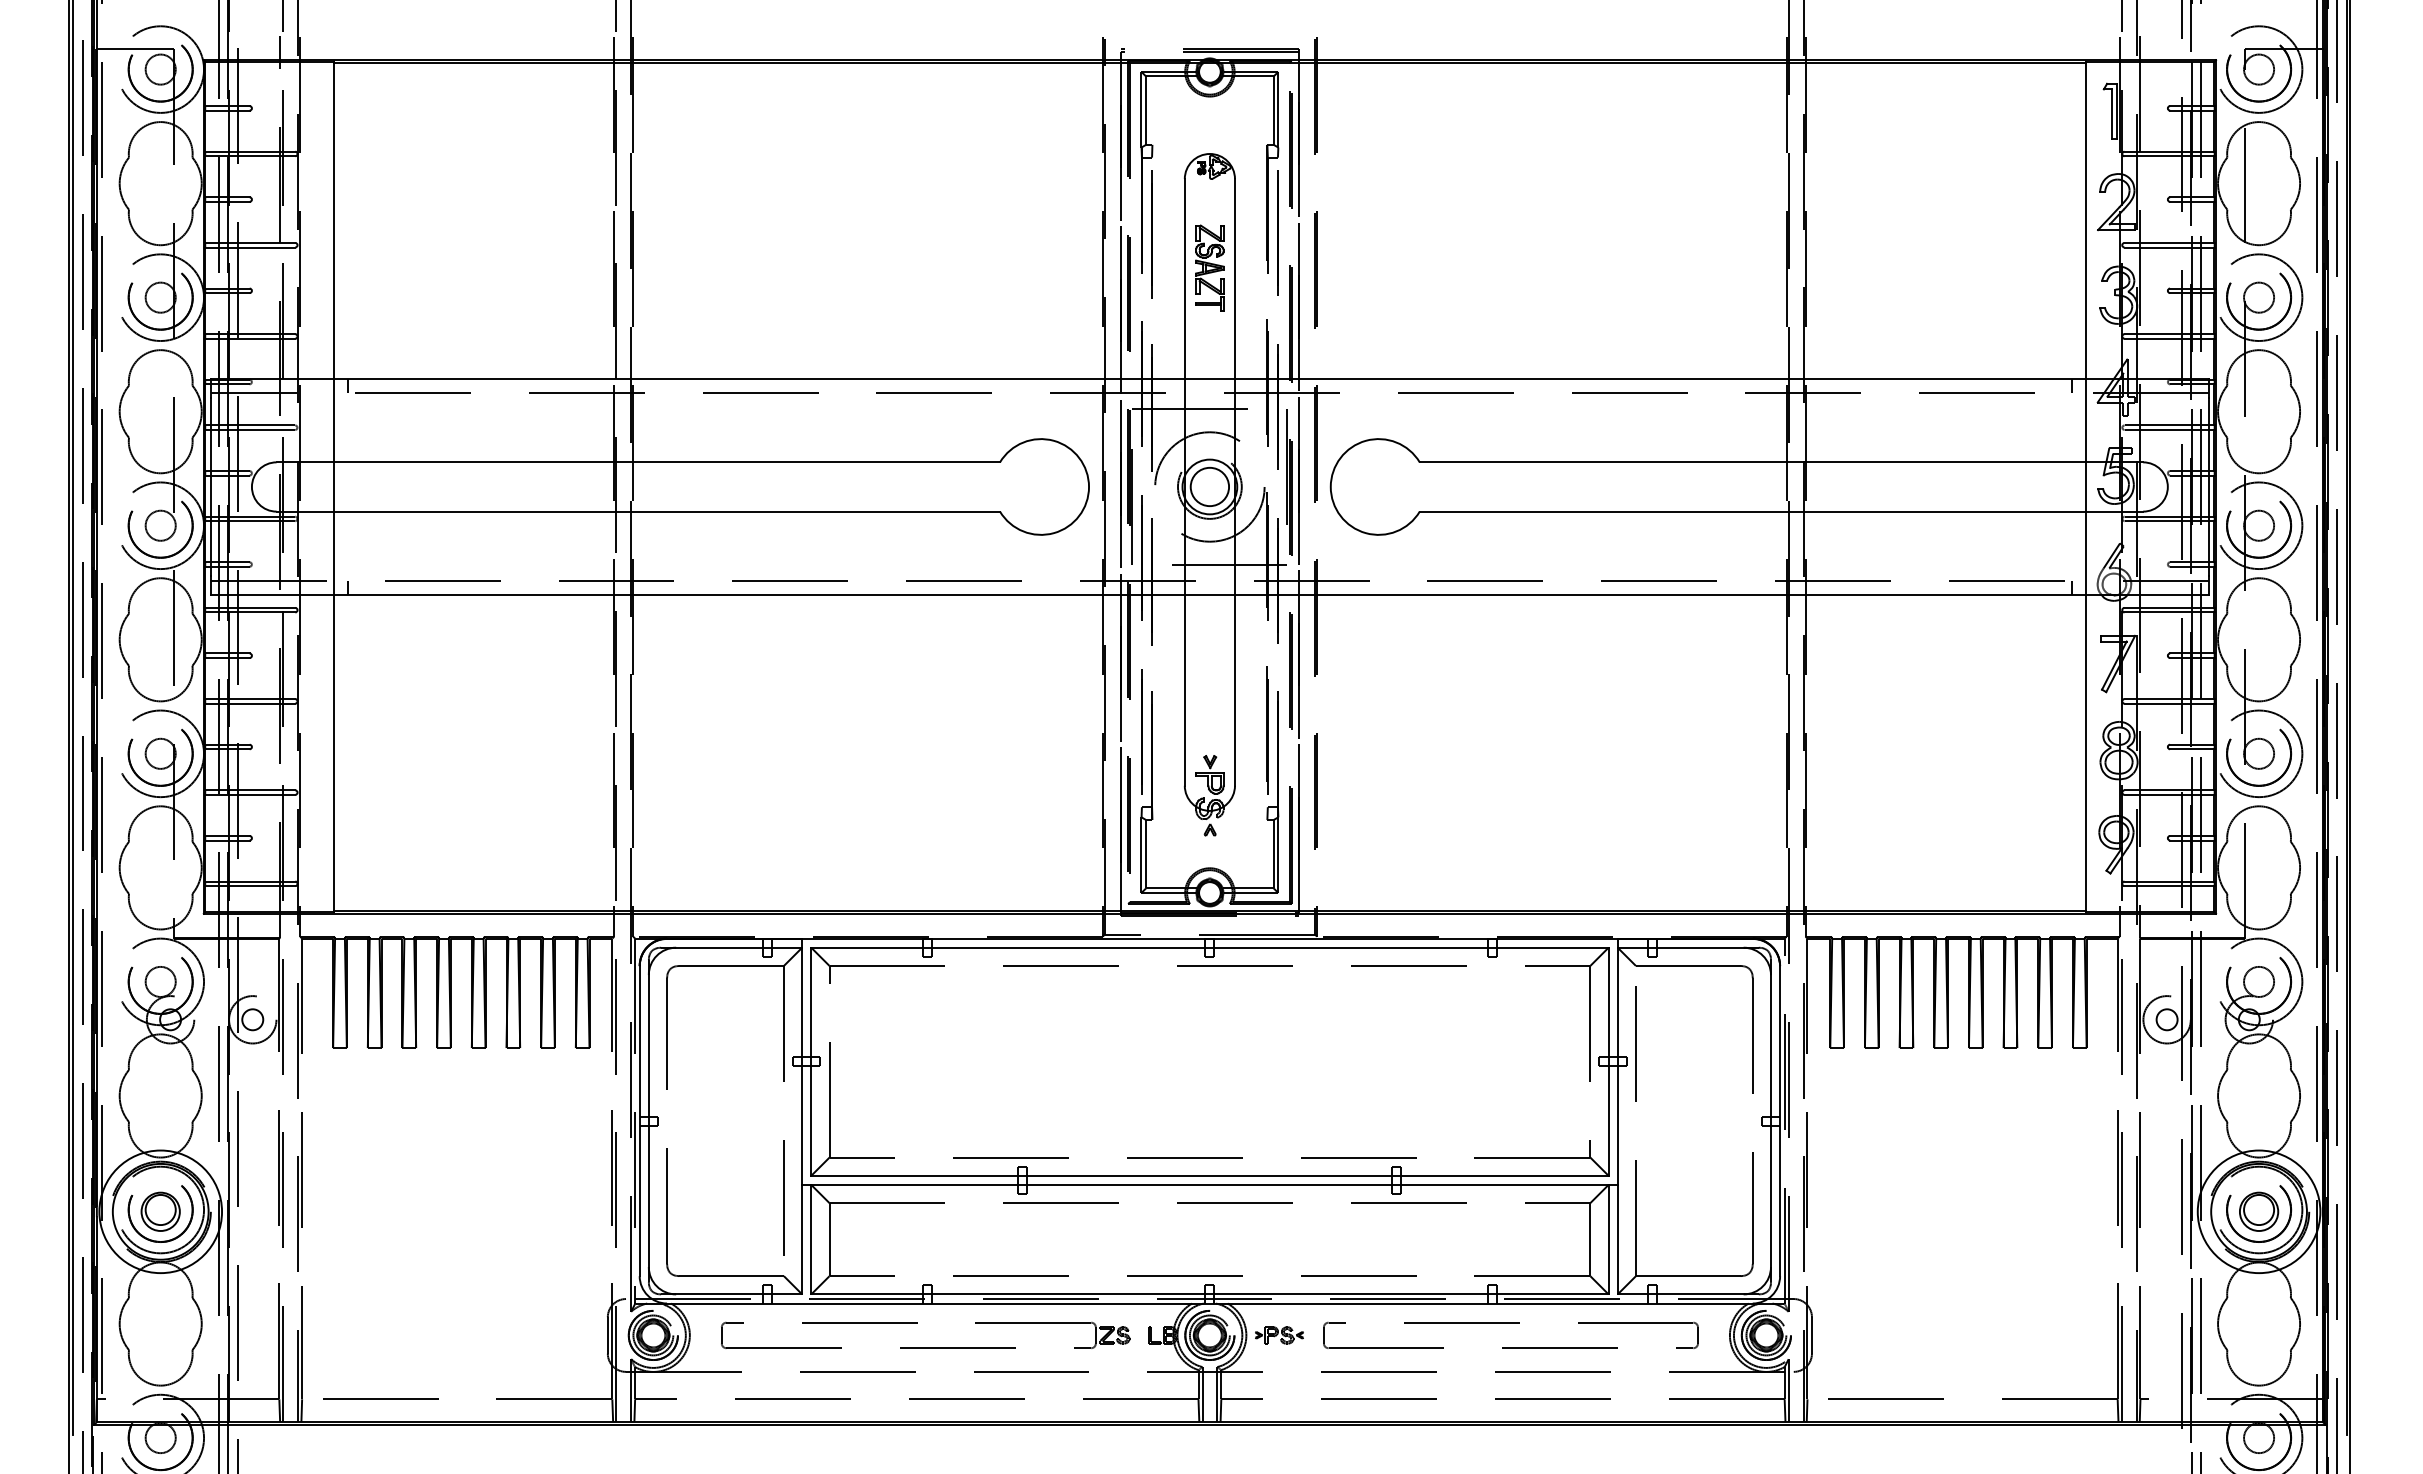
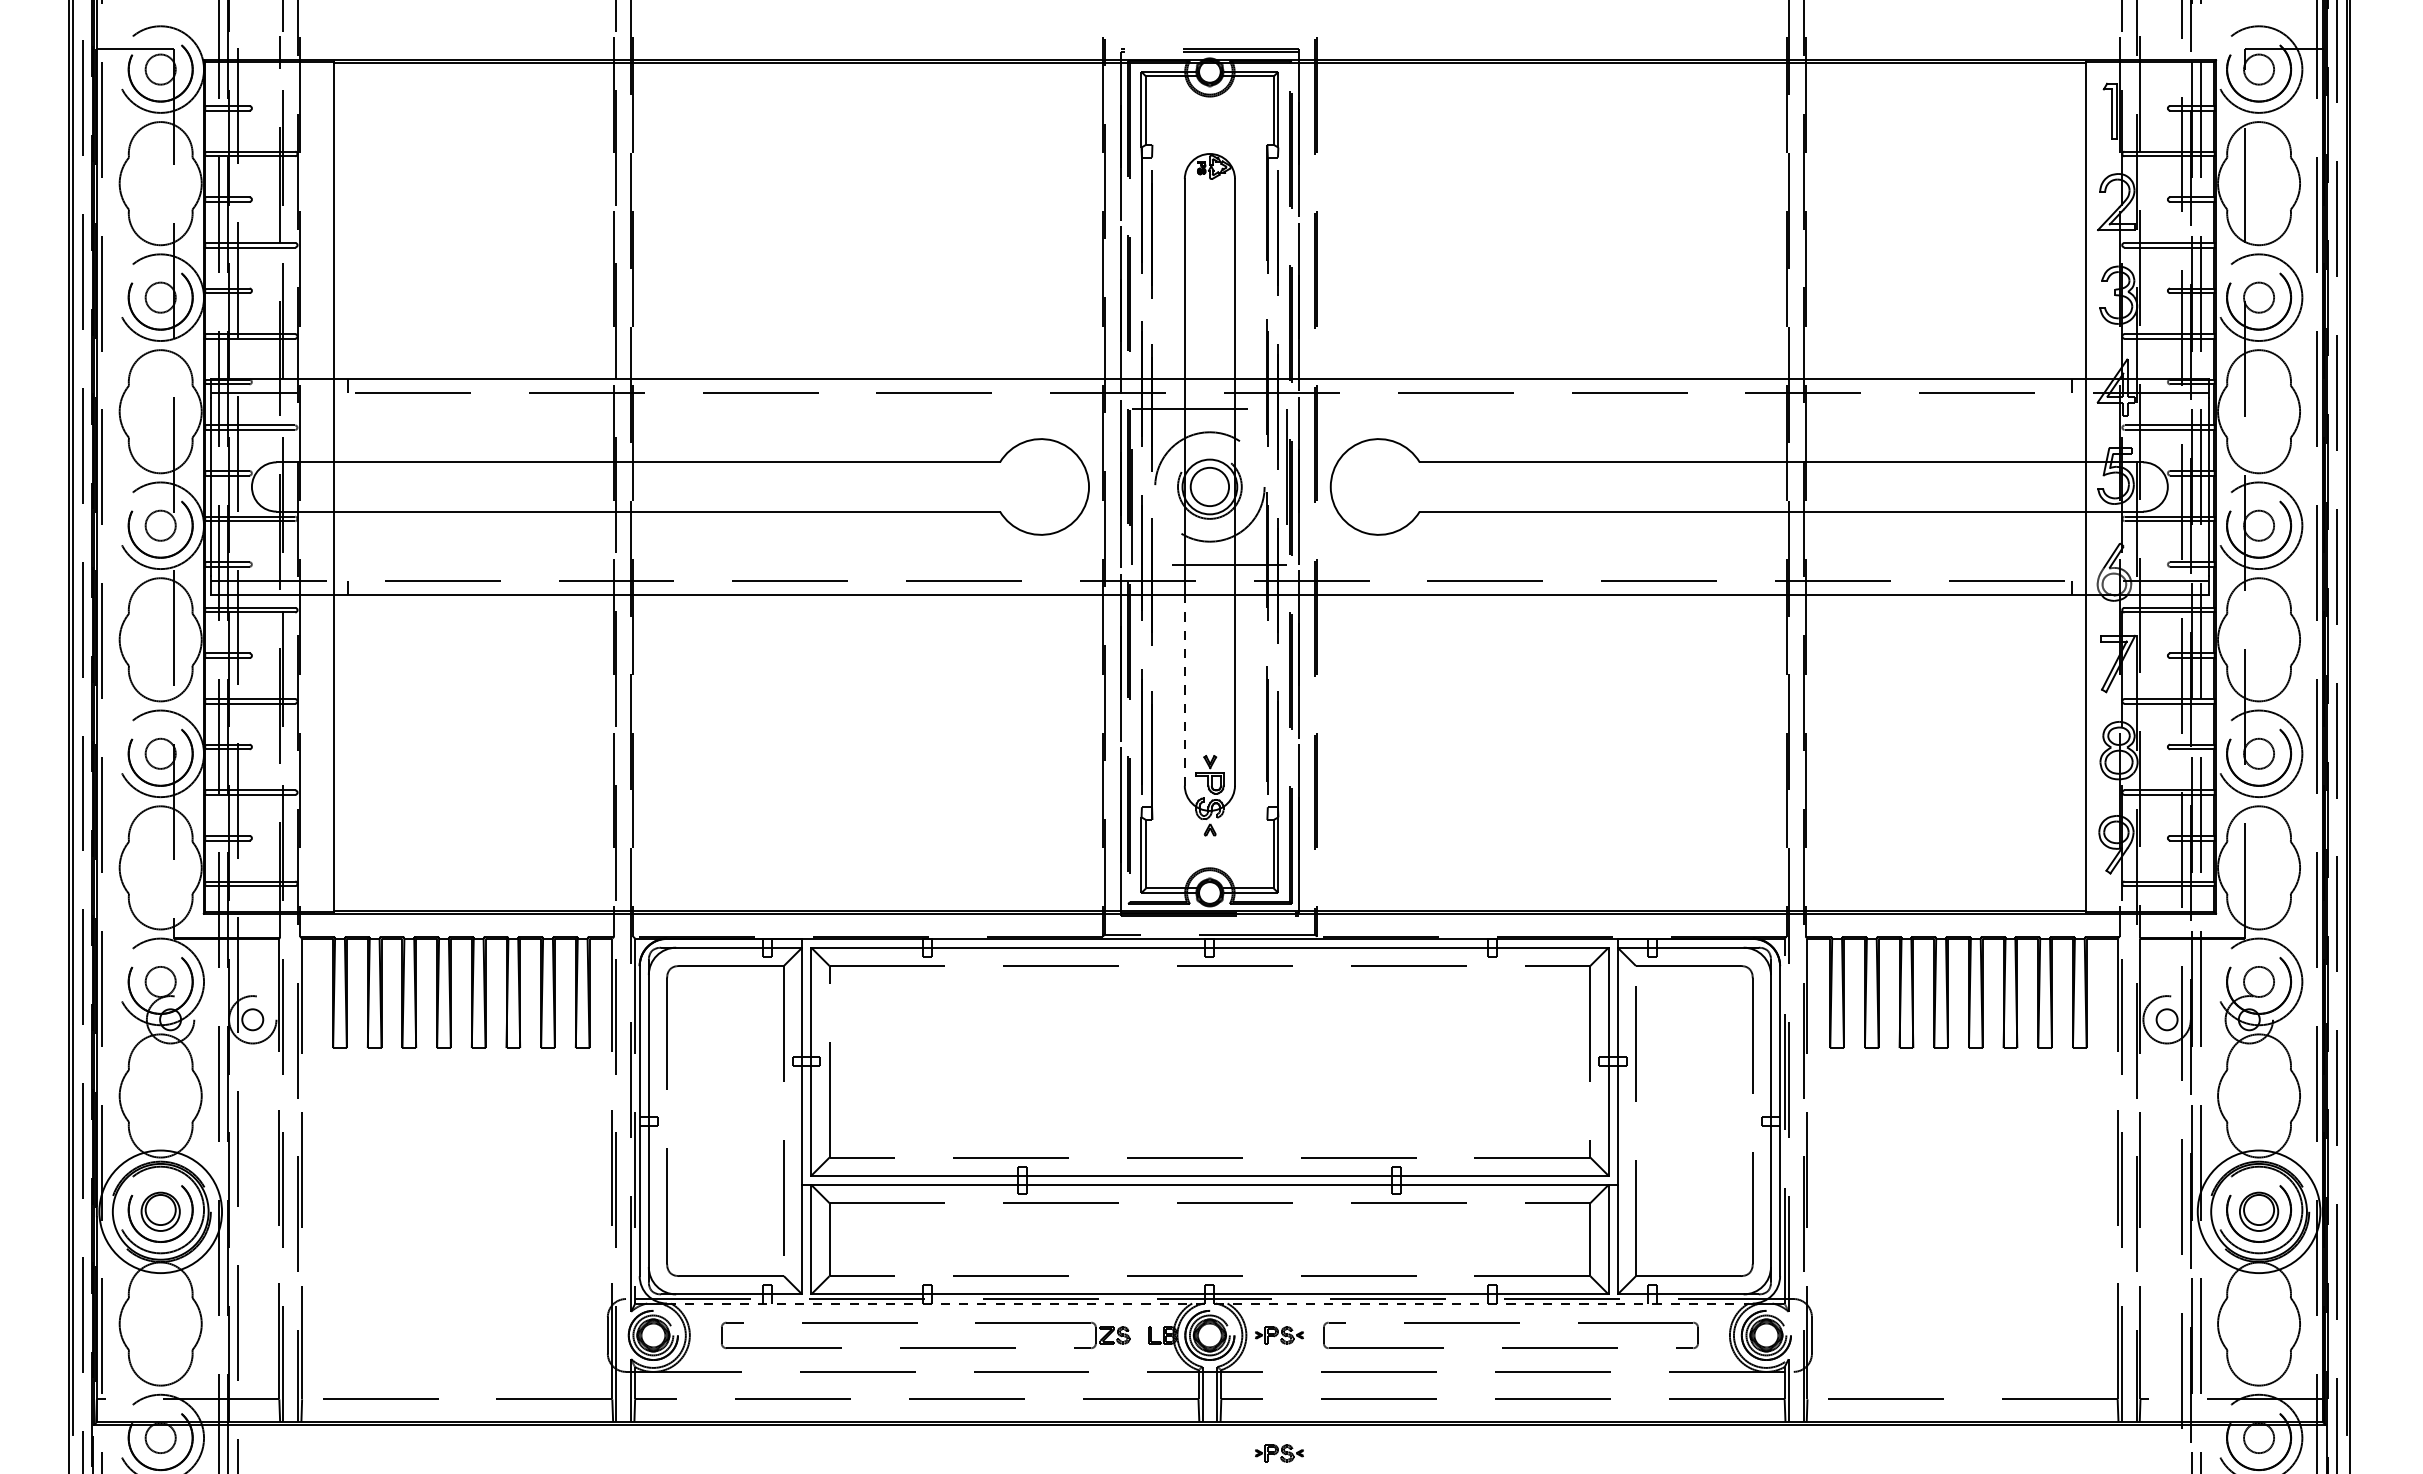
part at (1209, 267): present -> none
line at (1184, 690): solid -> dashed
line at (1209, 1303): solid -> dashed
part at (1279, 1453): none -> present
